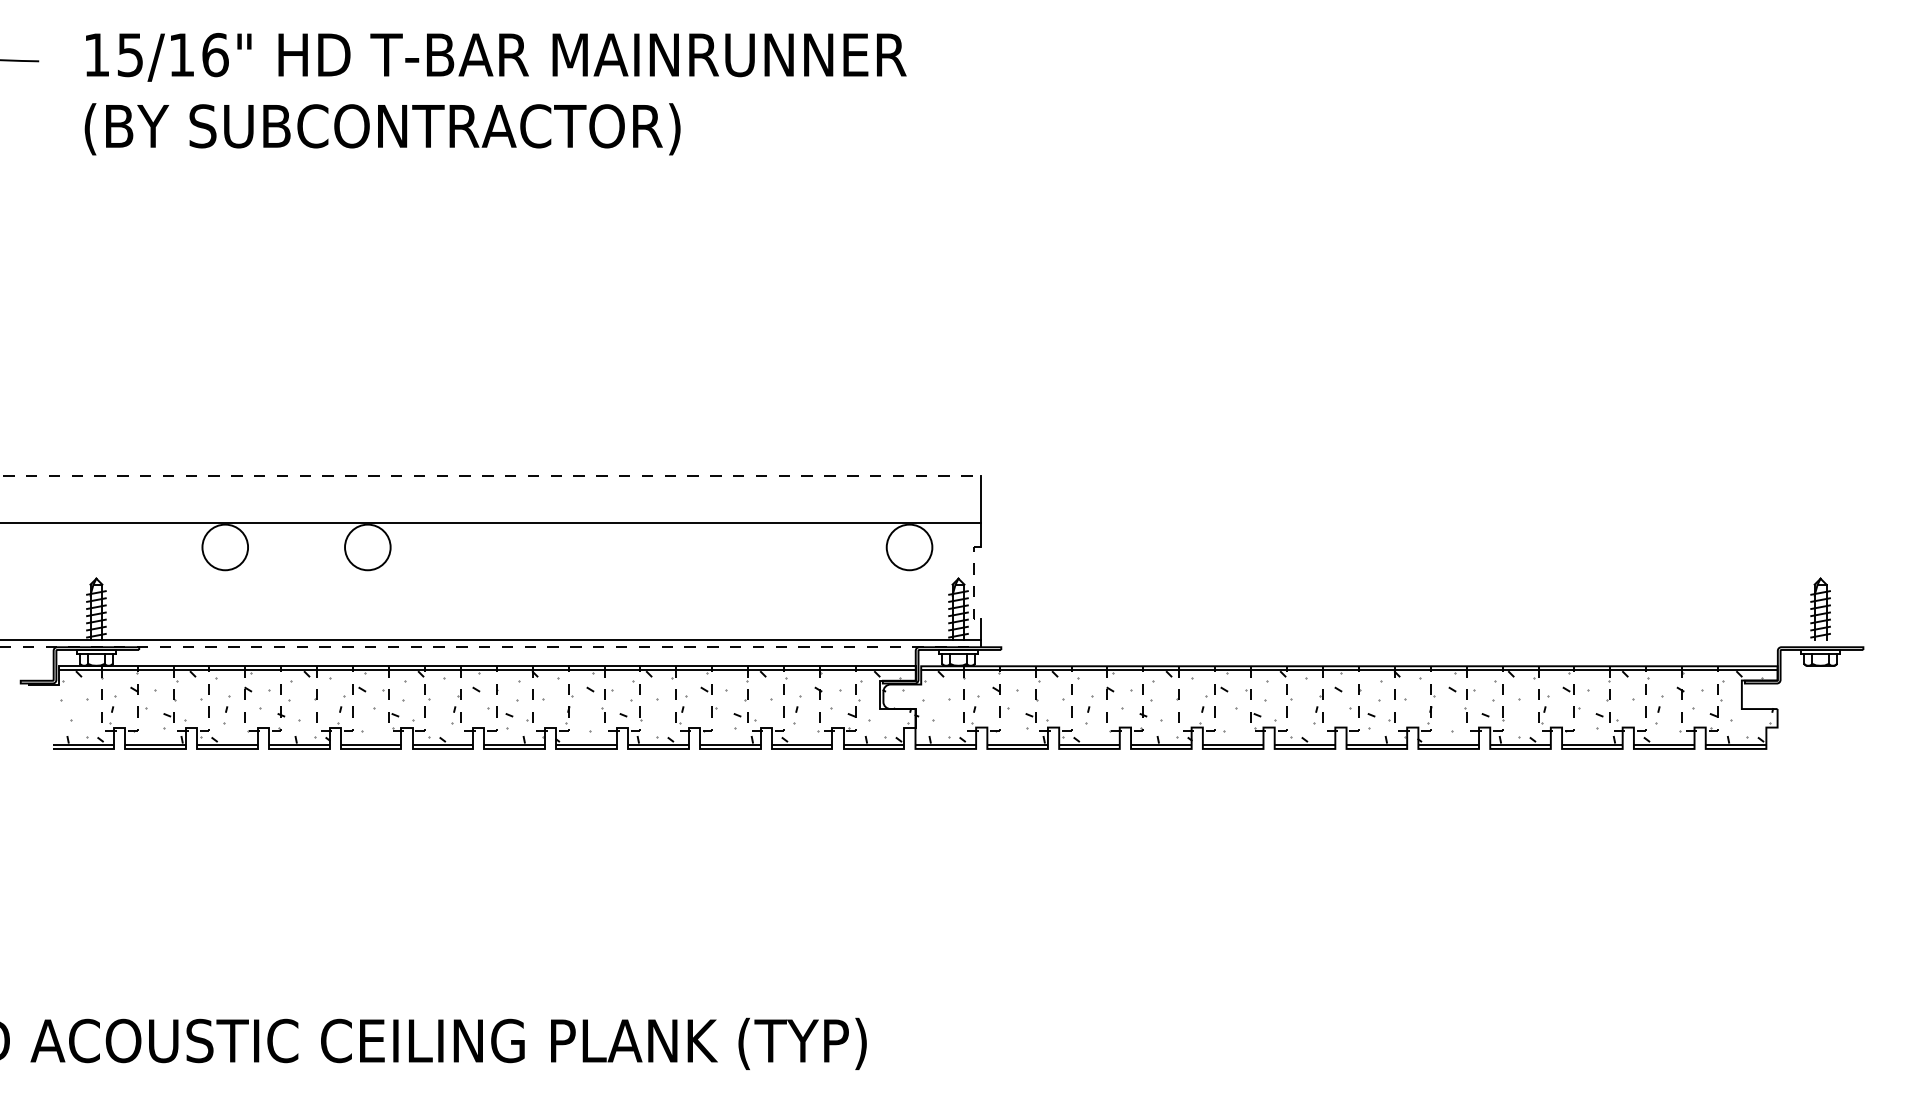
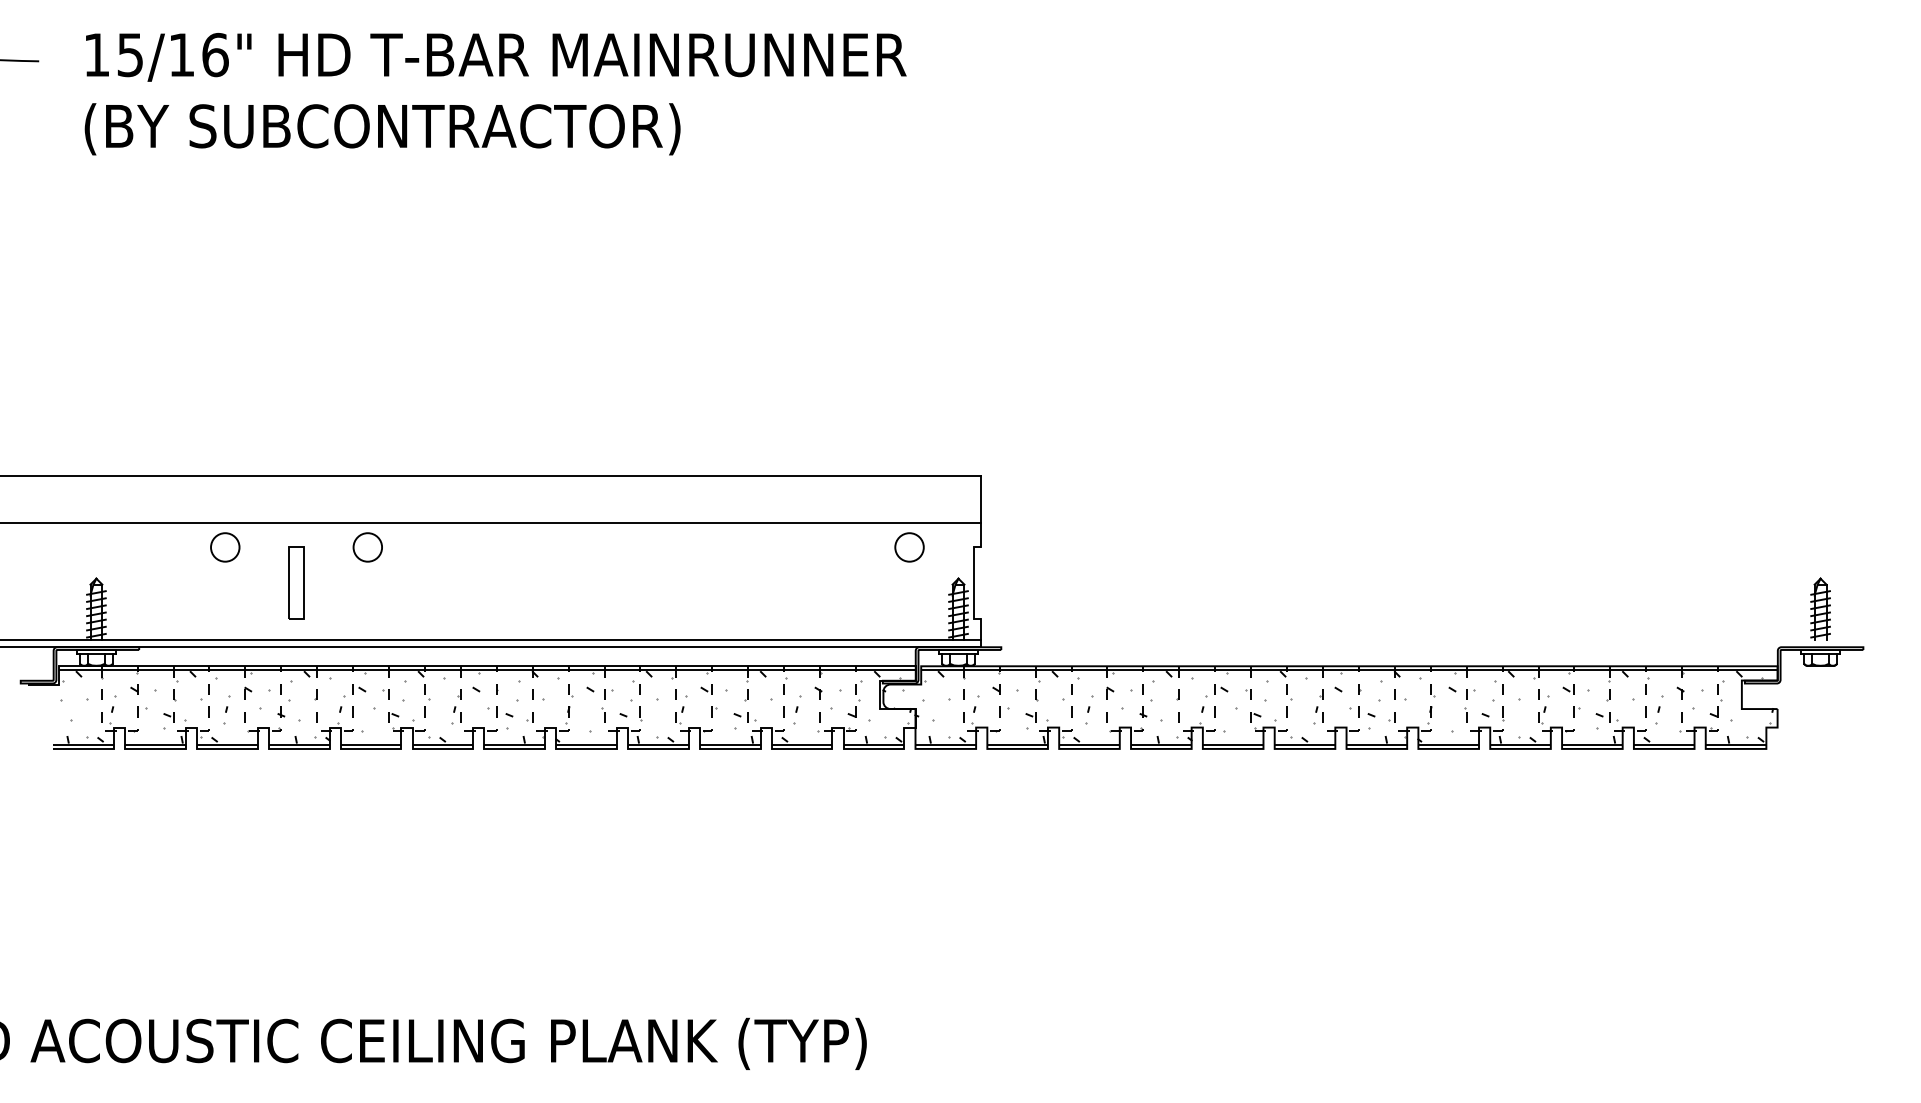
line at (491, 476): dashed -> solid
circle at (225, 547) diameter: 46 px -> 29 px
circle at (367, 547) diameter: 46 px -> 29 px
circle at (909, 547) diameter: 46 px -> 29 px
part at (296, 582): none -> present
line at (973, 583): dashed -> solid
line at (490, 647): dashed -> solid
